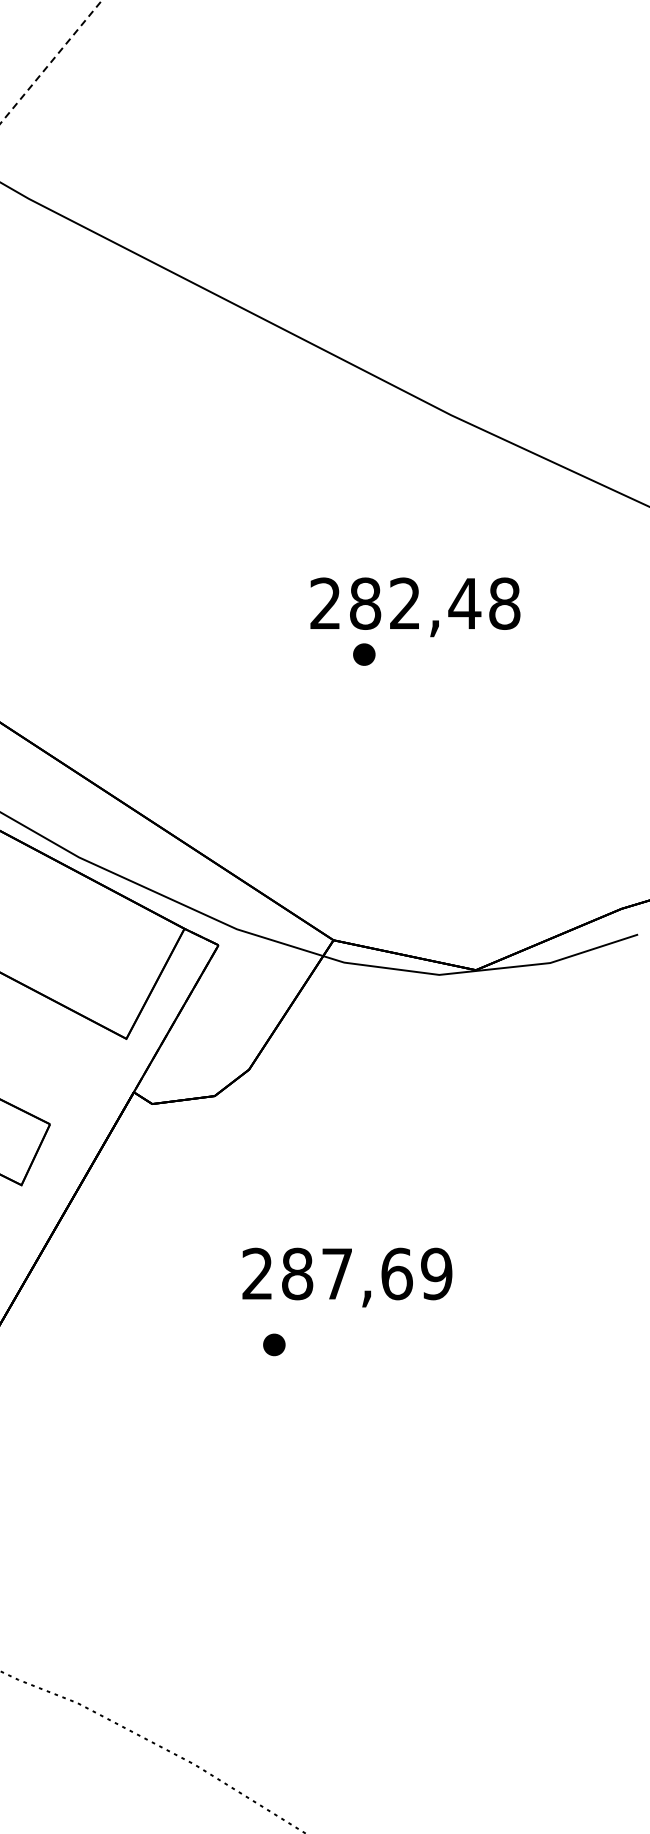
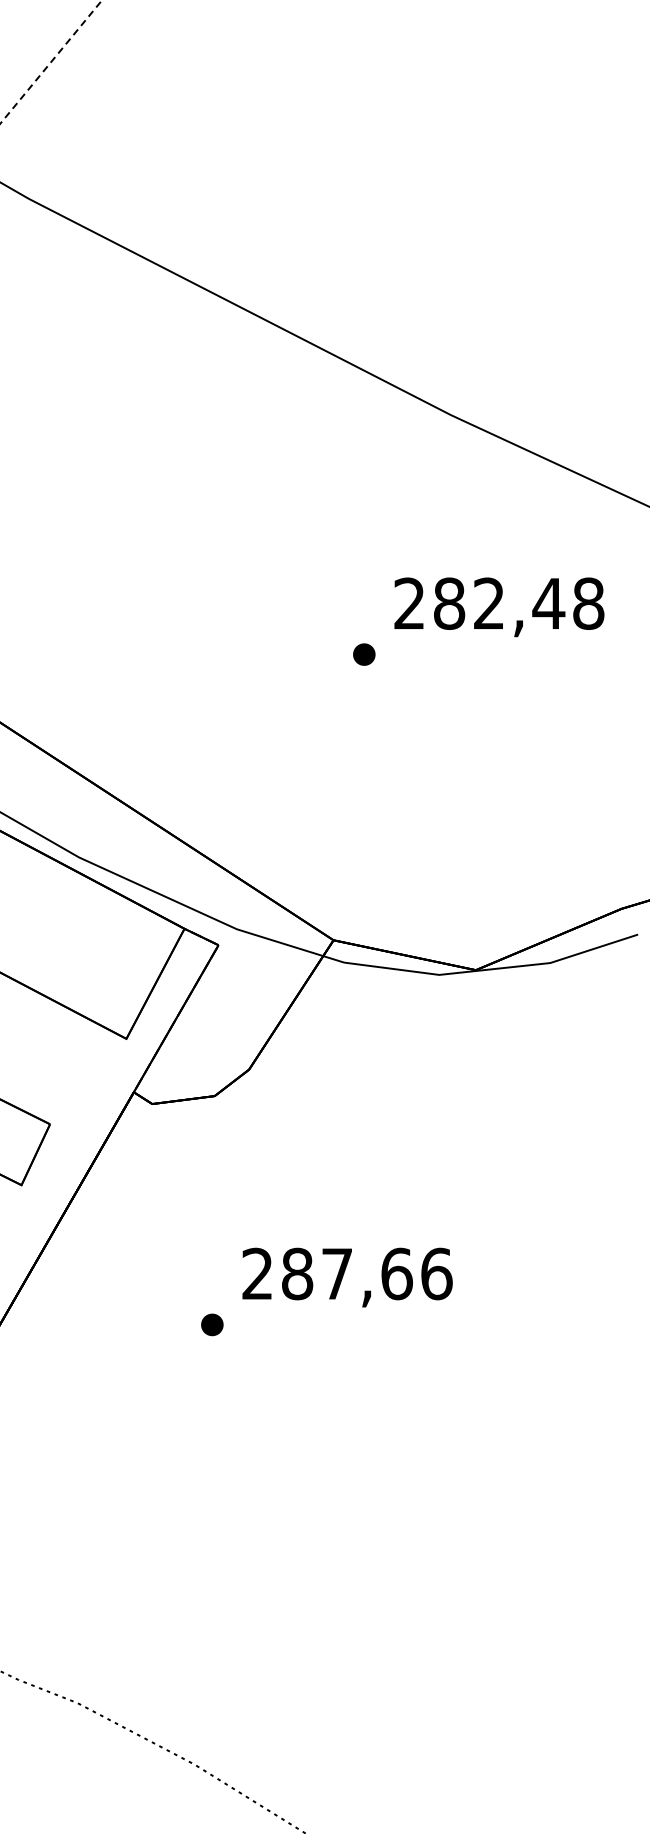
text at (415, 607) position: (415, 607) -> (499, 607)
text at (436, 1273): 287,69 -> 287,66
part at (274, 1344) position: (274, 1344) -> (212, 1324)
